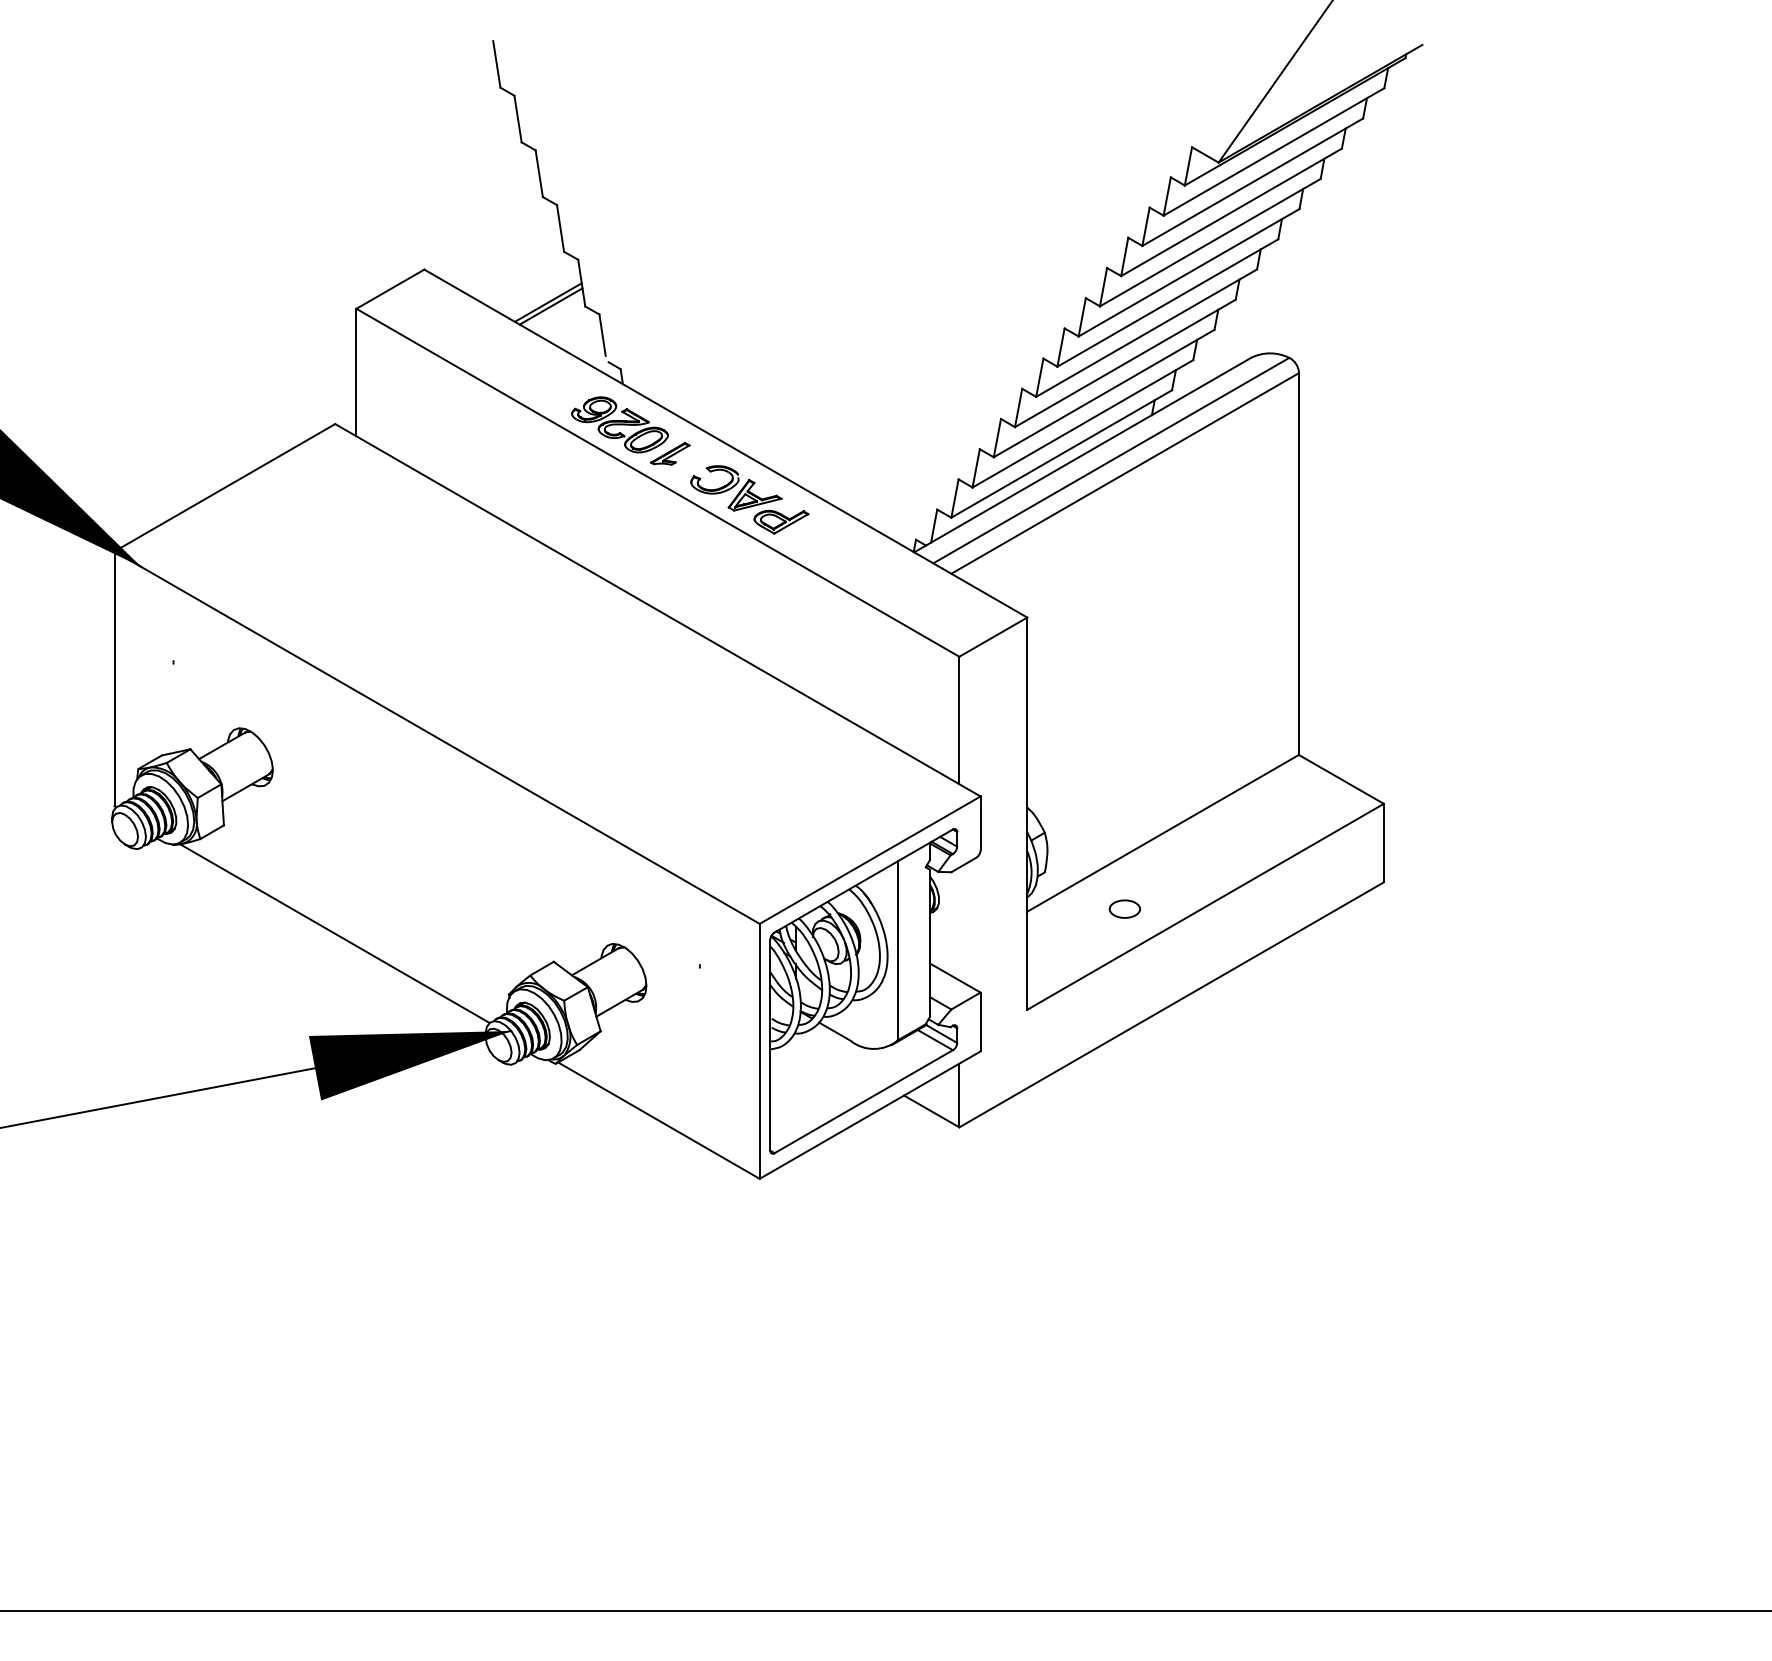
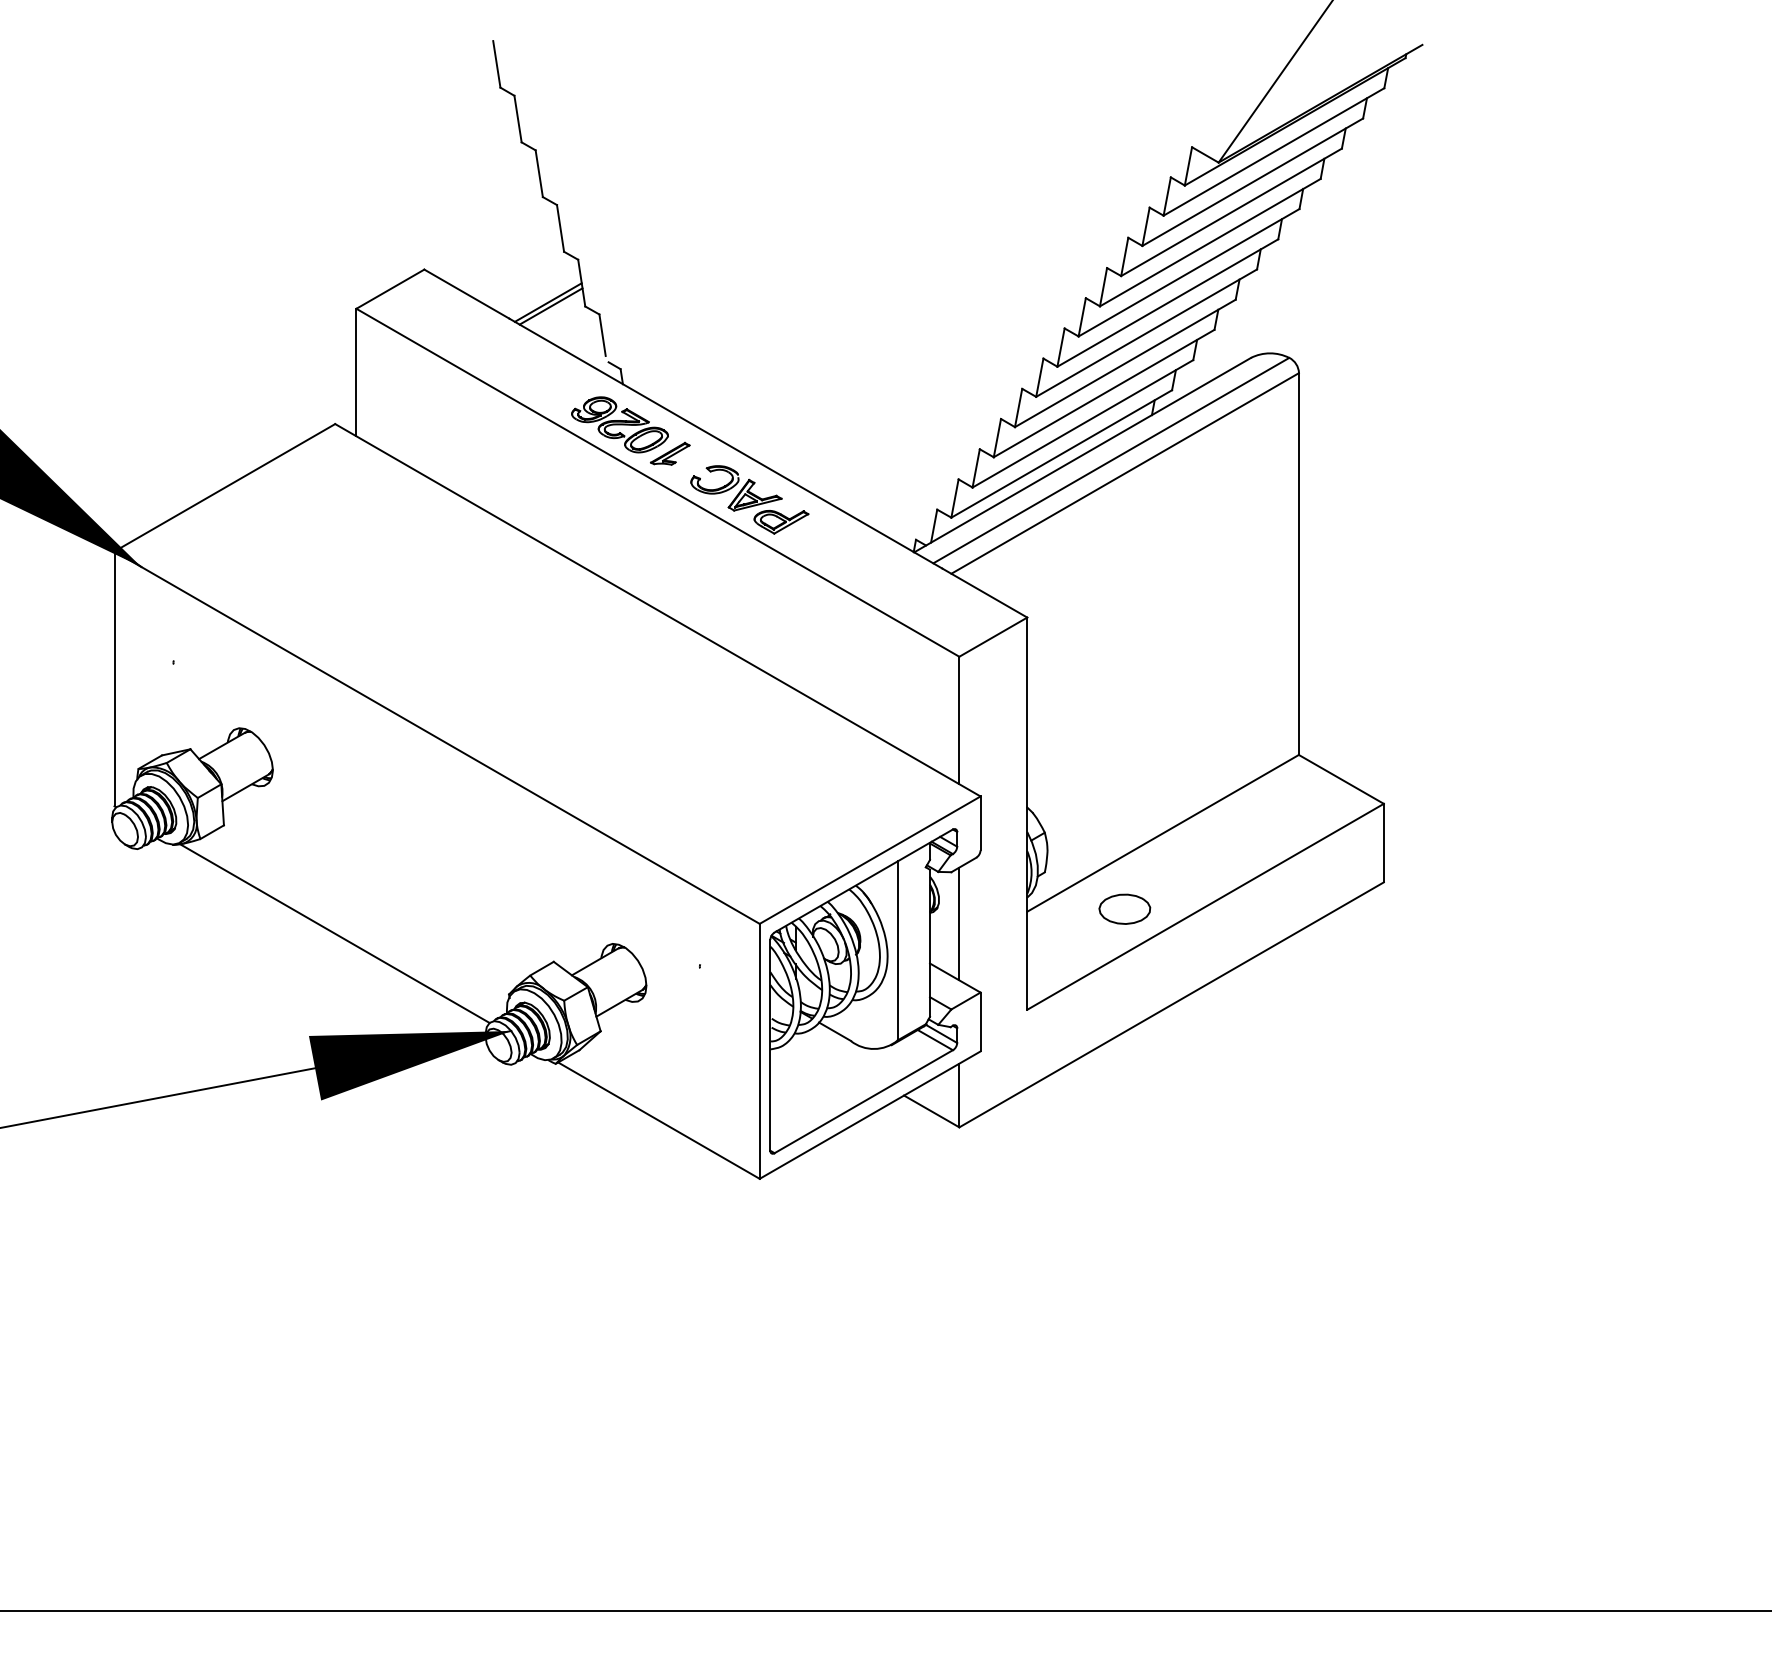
part at (1124, 908) size: 33x20 px -> 54x32 px
line at (959, 923): none -> present
